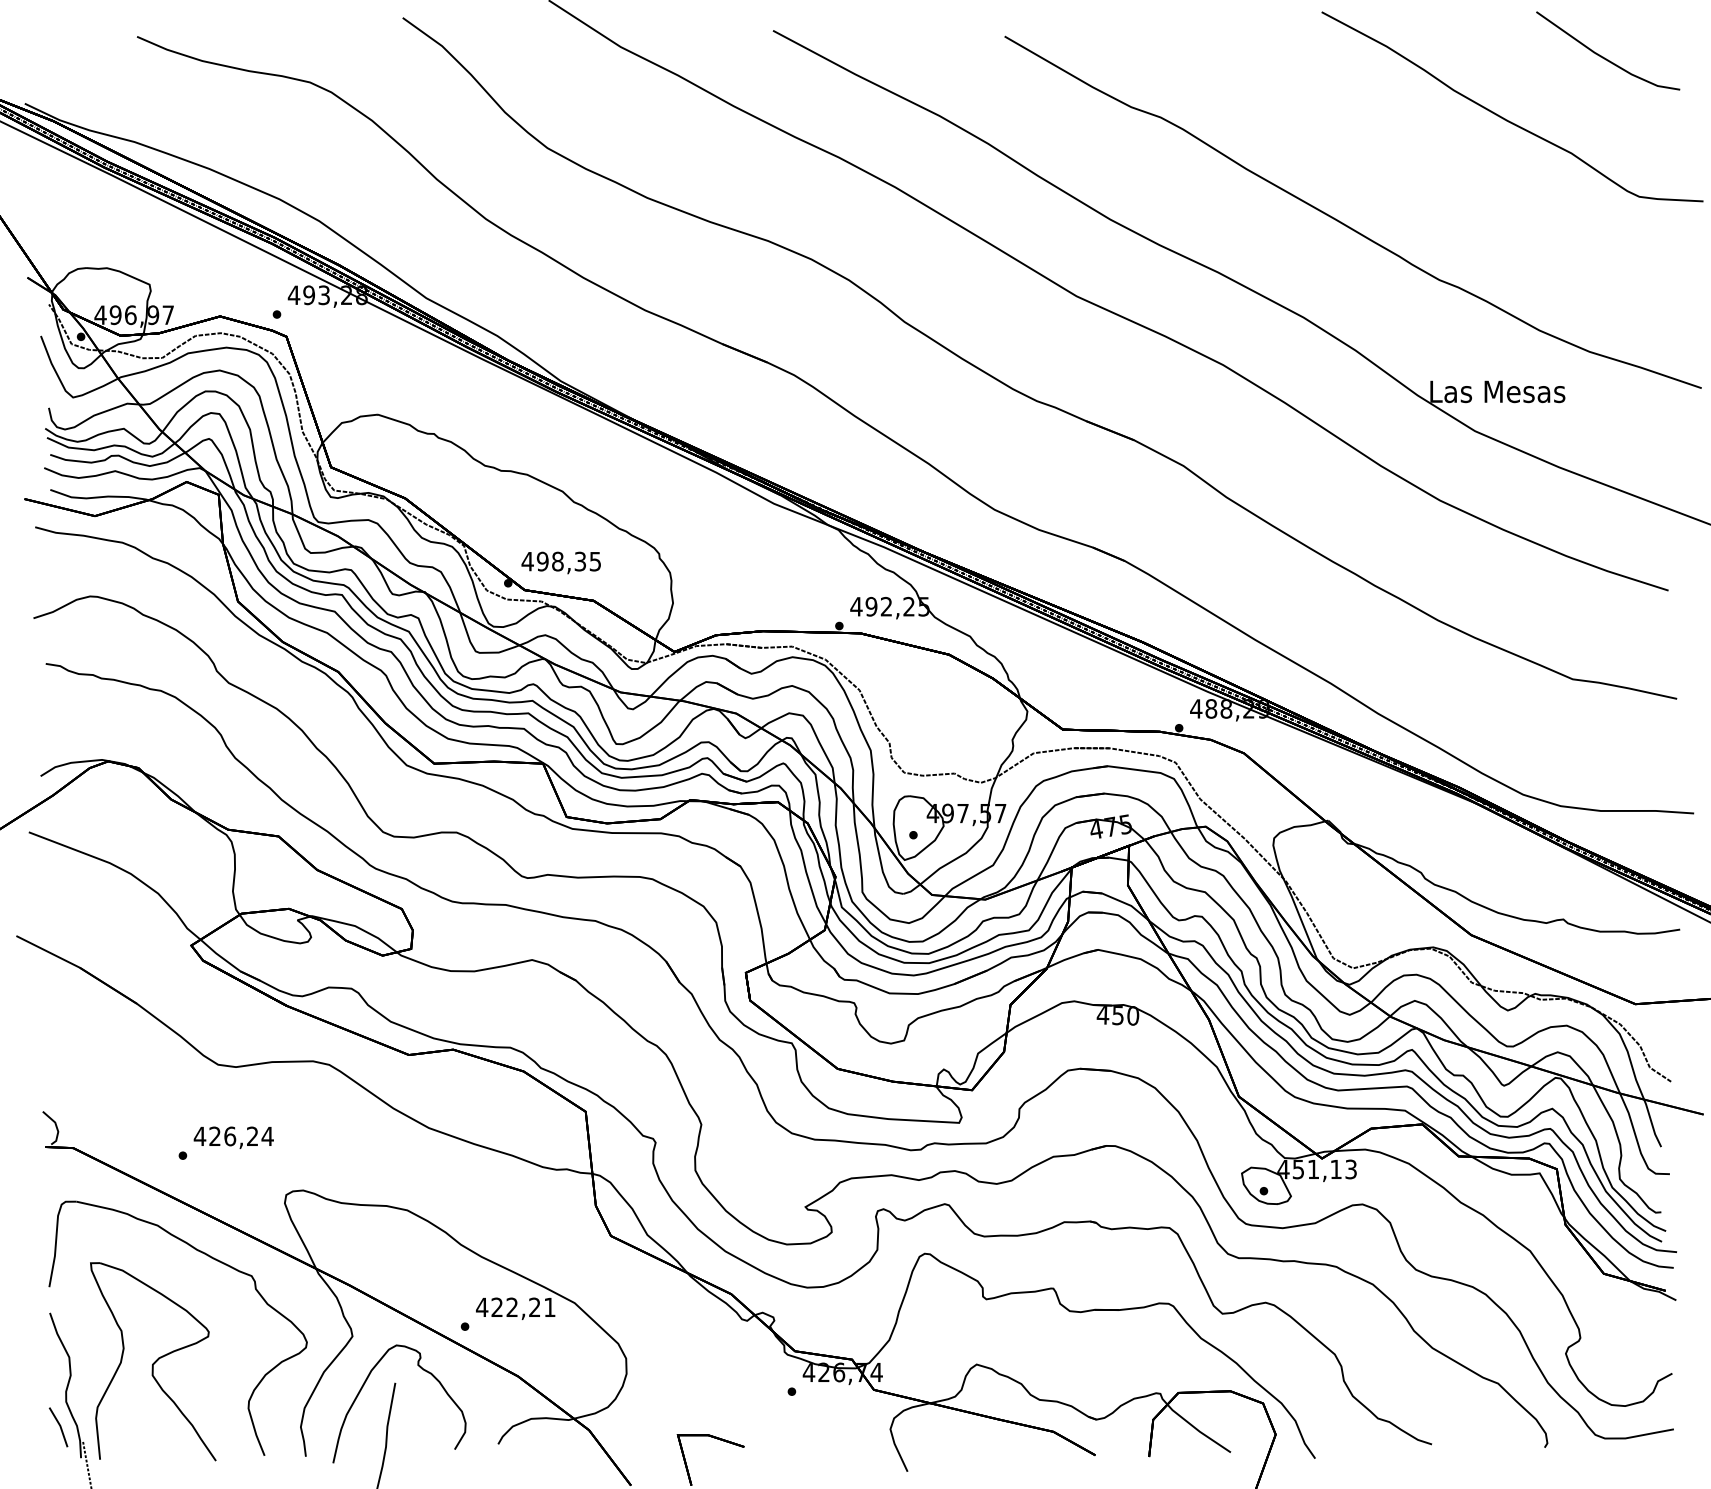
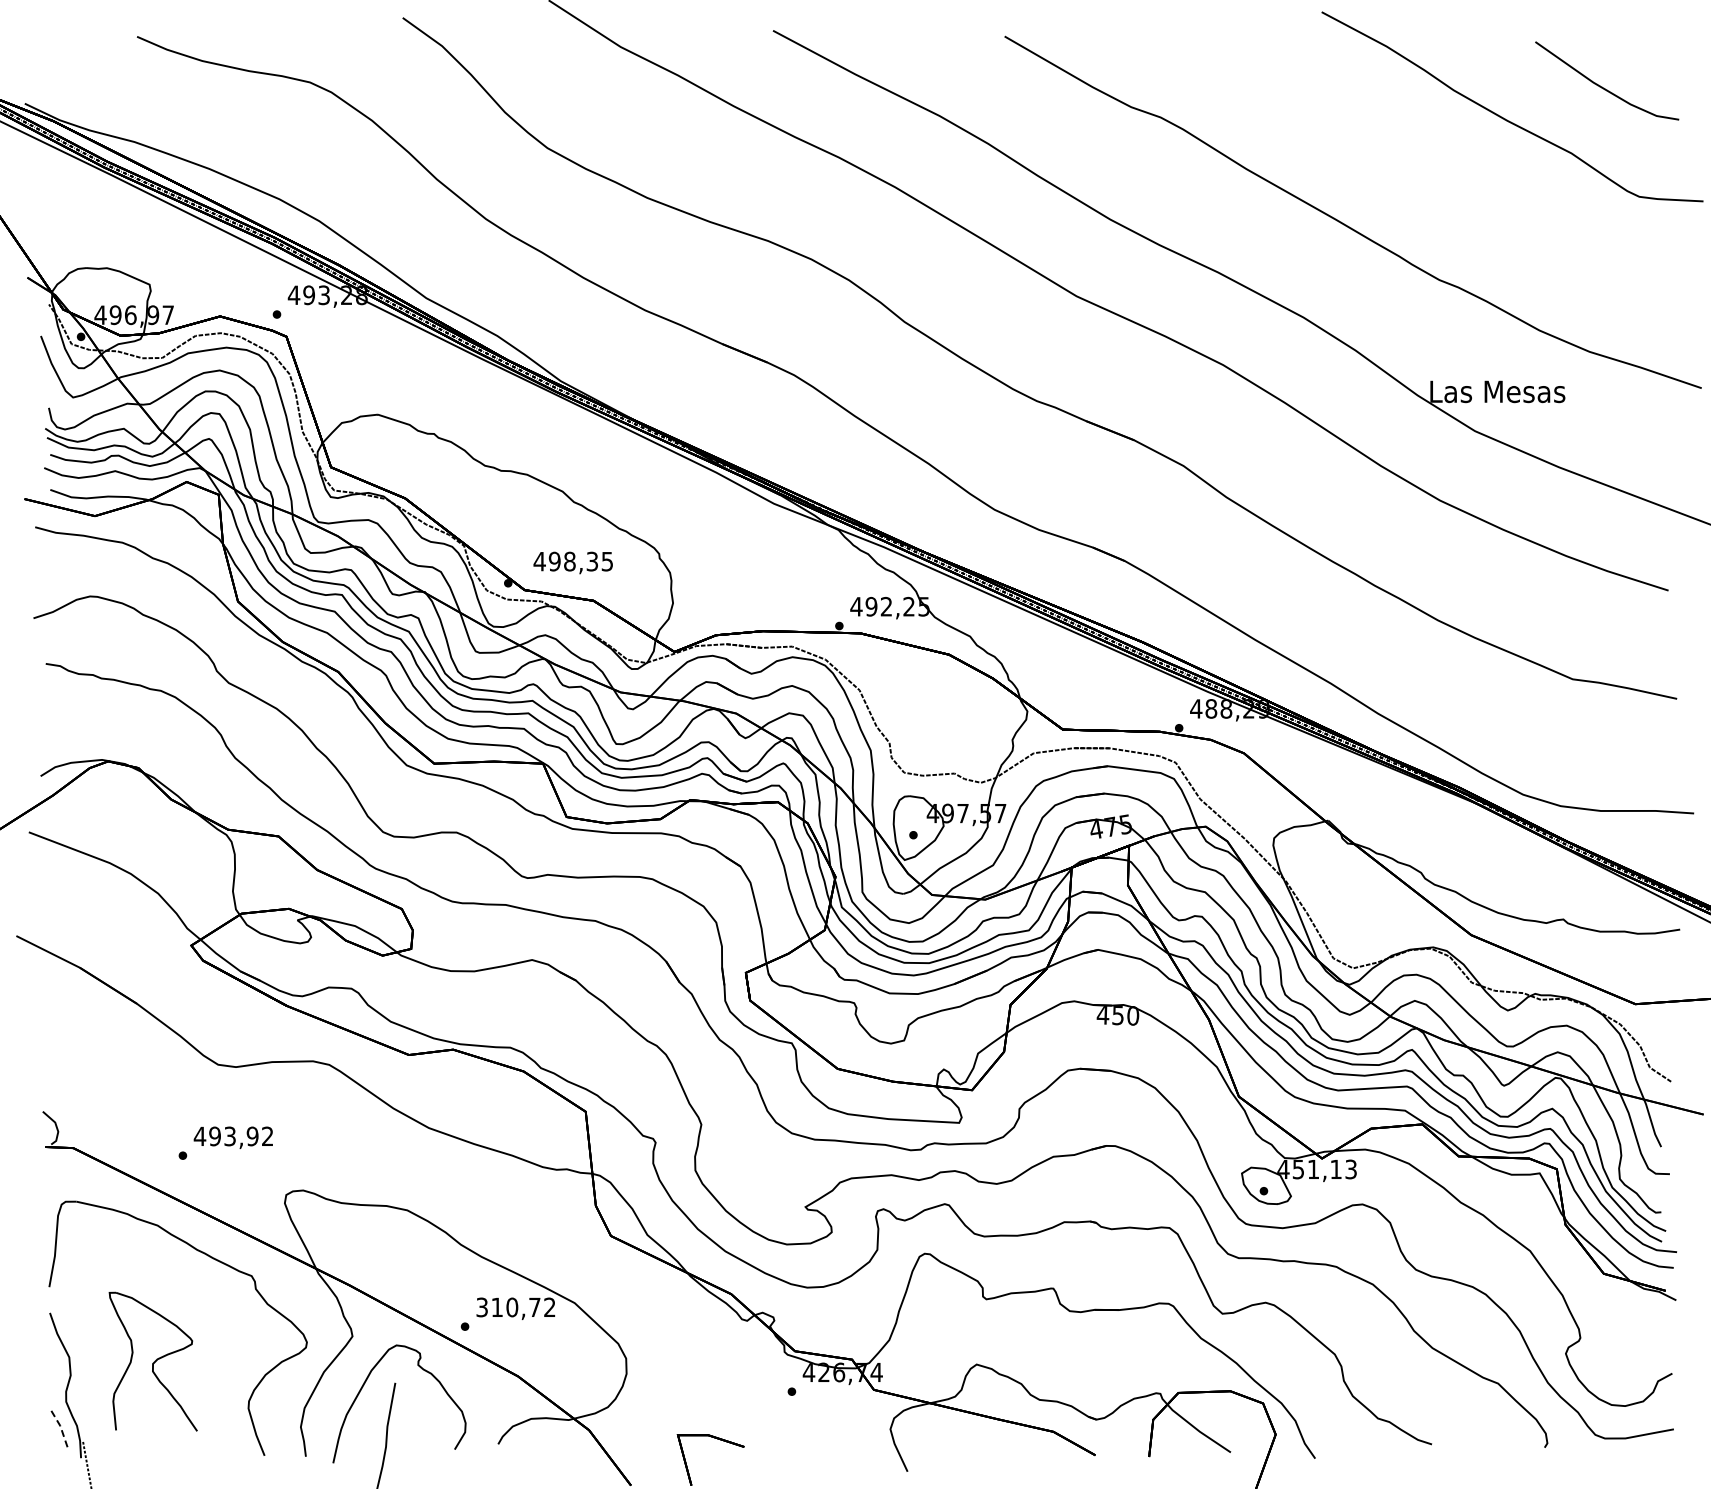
line at (1603, 56) position: (1603, 56) -> (1602, 86)
text at (560, 562) position: (560, 562) -> (572, 562)
text at (241, 1136): 426,24 -> 493,92
text at (515, 1307): 422,21 -> 310,72
part at (153, 1361) size: 127x200 px -> 90x141 px
line at (60, 1425): solid -> dashed
